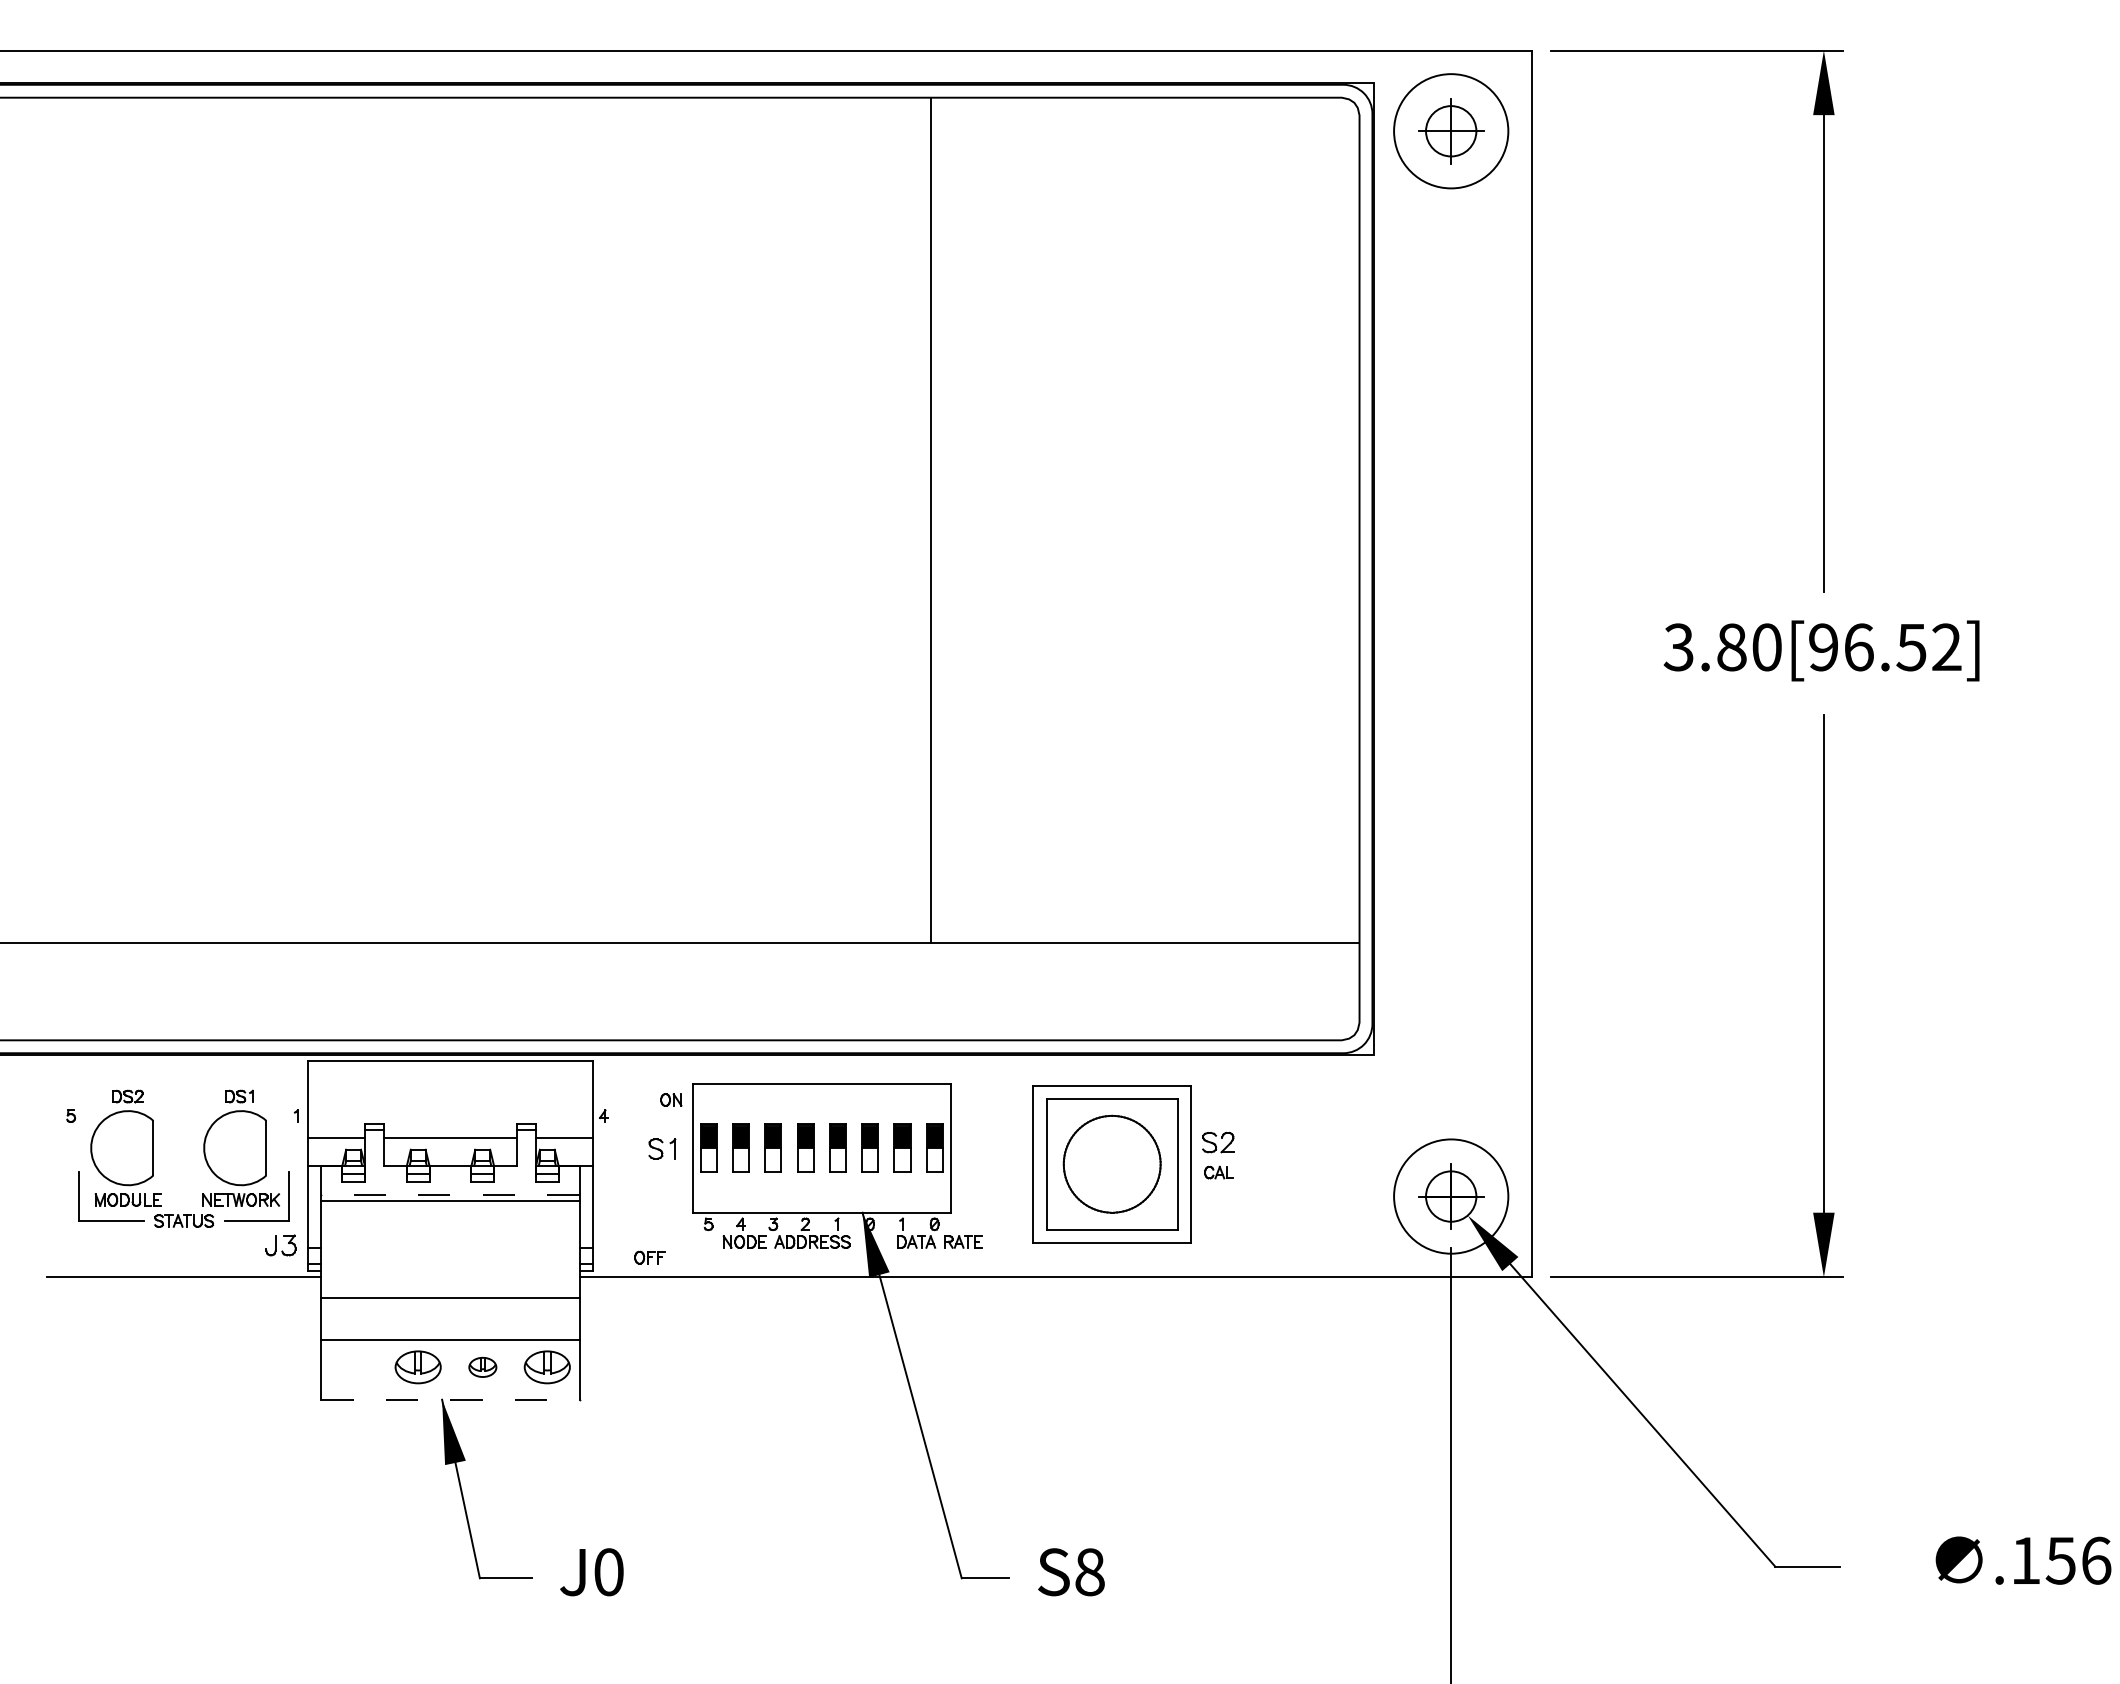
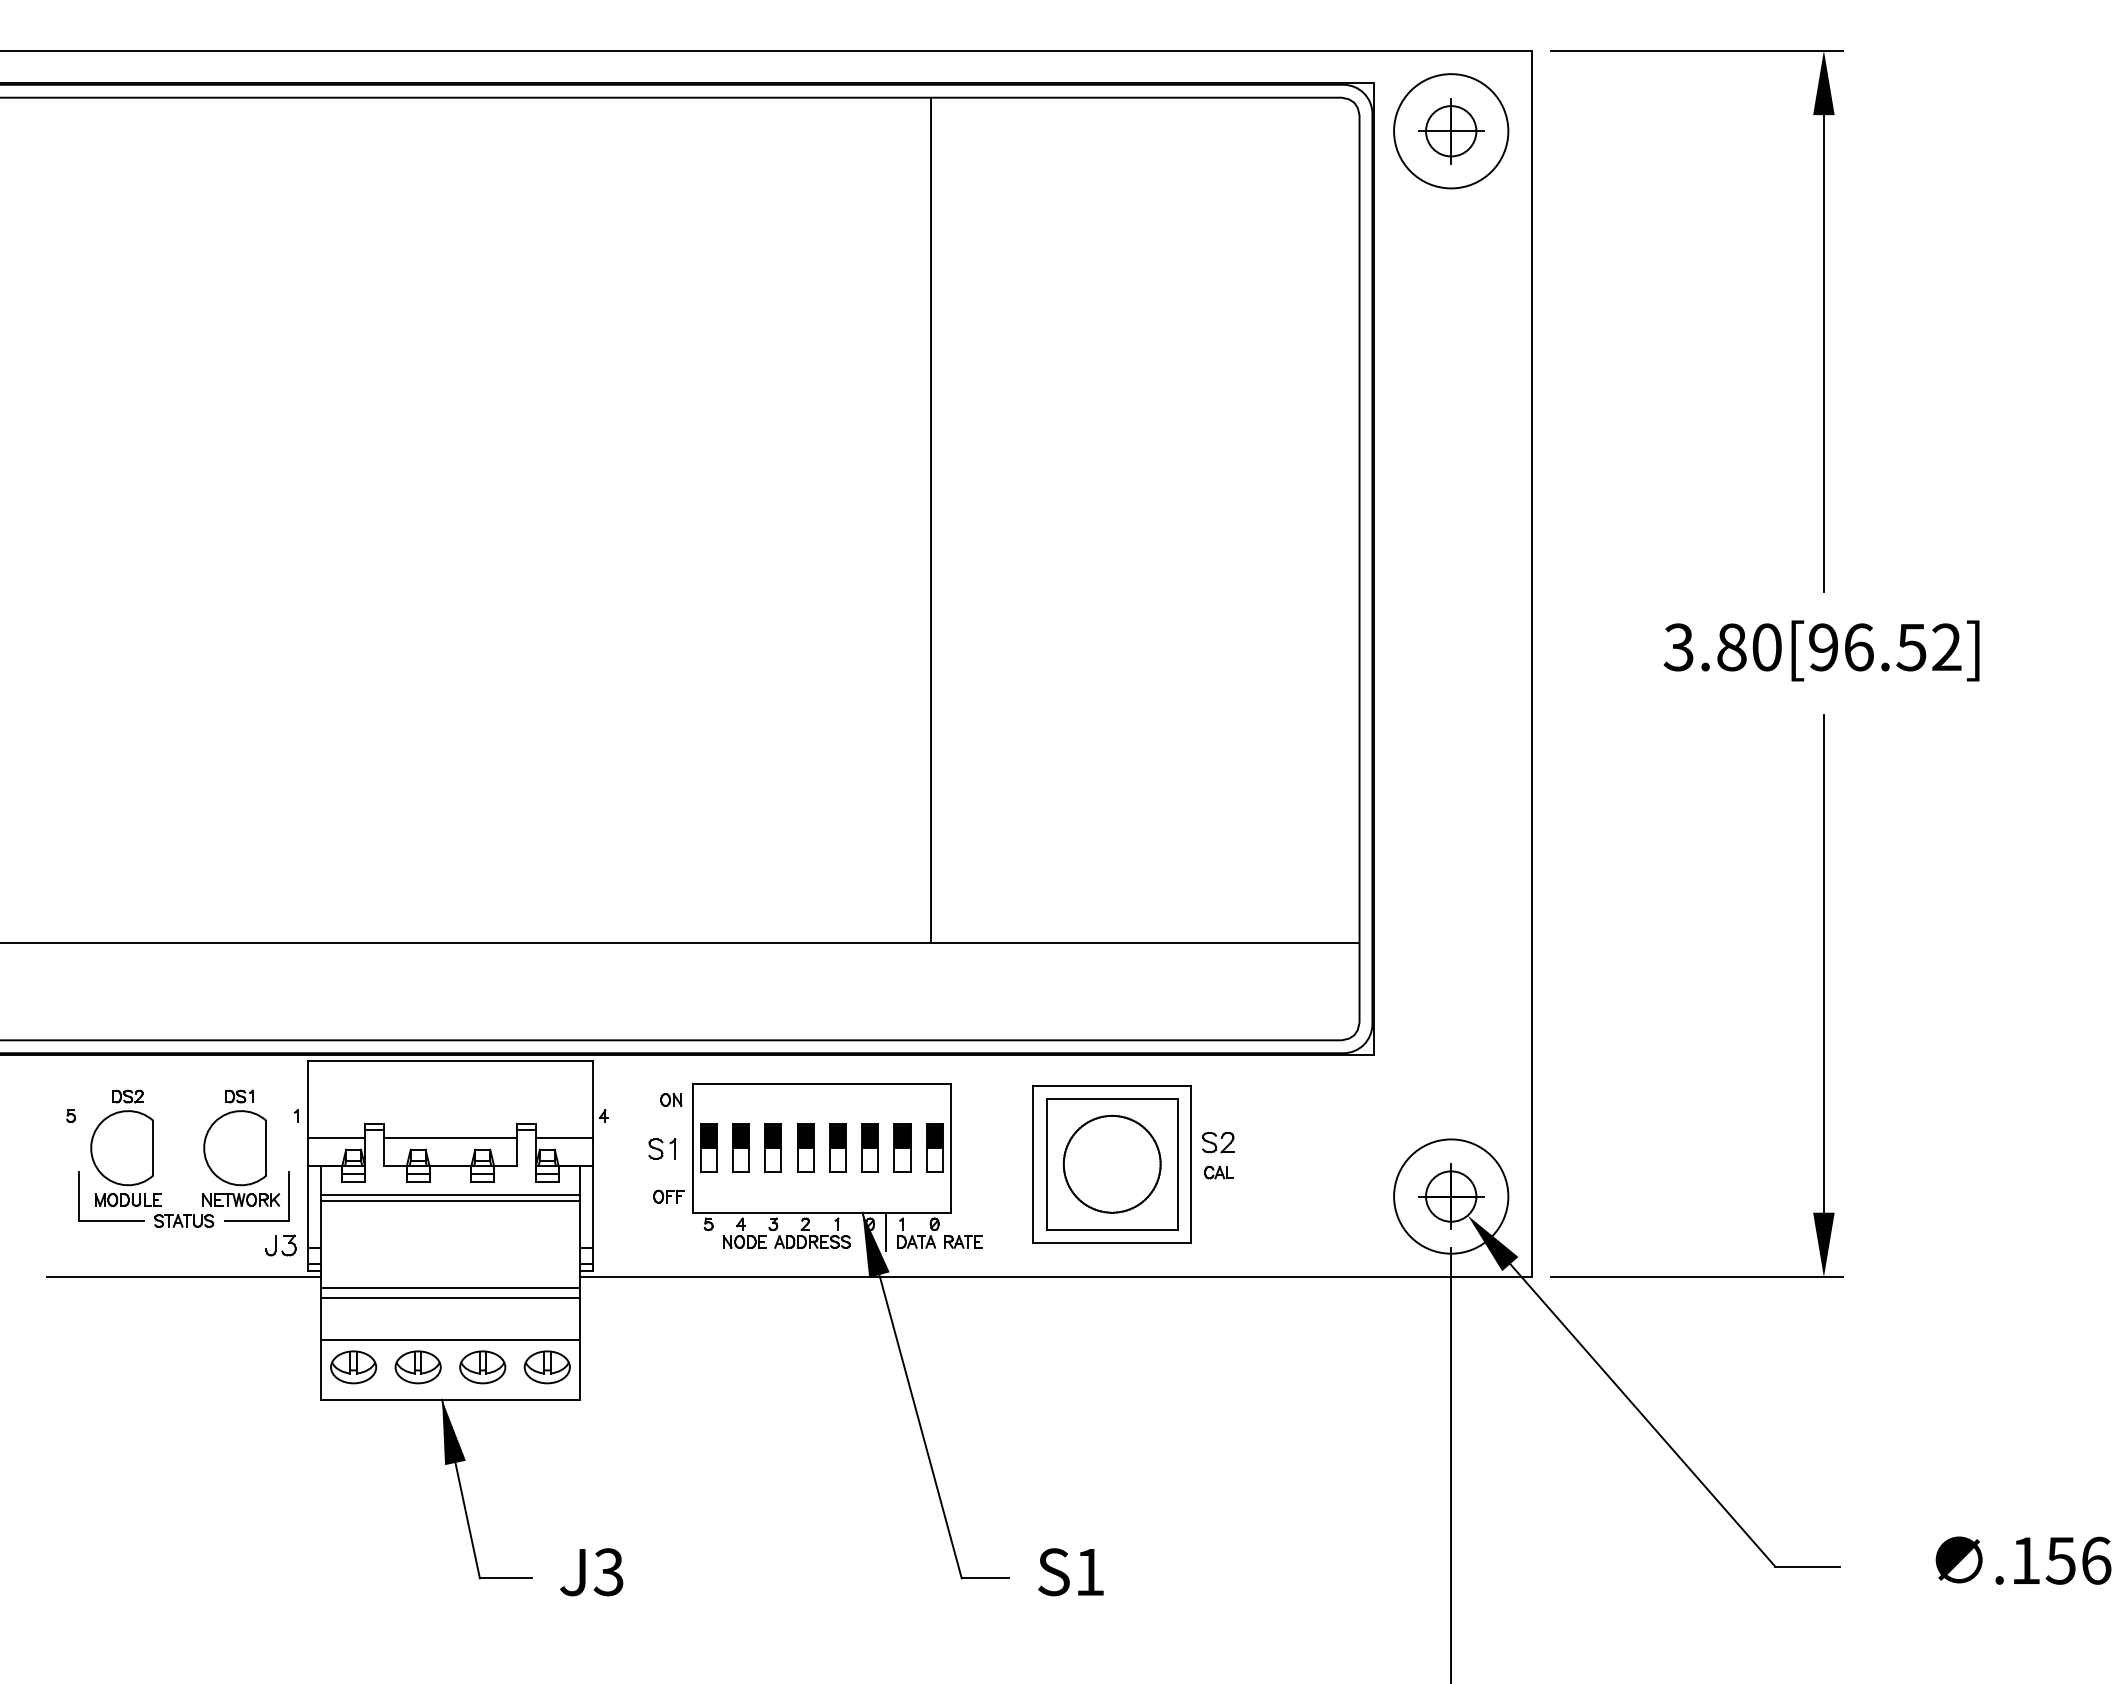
line at (449, 1194): dashed -> solid
line at (886, 1231): none -> present
part at (649, 1257) position: (649, 1257) -> (668, 1196)
line at (450, 1287): none -> present
part at (353, 1367): none -> present
part at (482, 1367) size: 30x21 px -> 48x35 px
line at (450, 1399): dashed -> solid
text at (608, 1572): J0 -> J3
text at (1089, 1572): S8 -> S1
